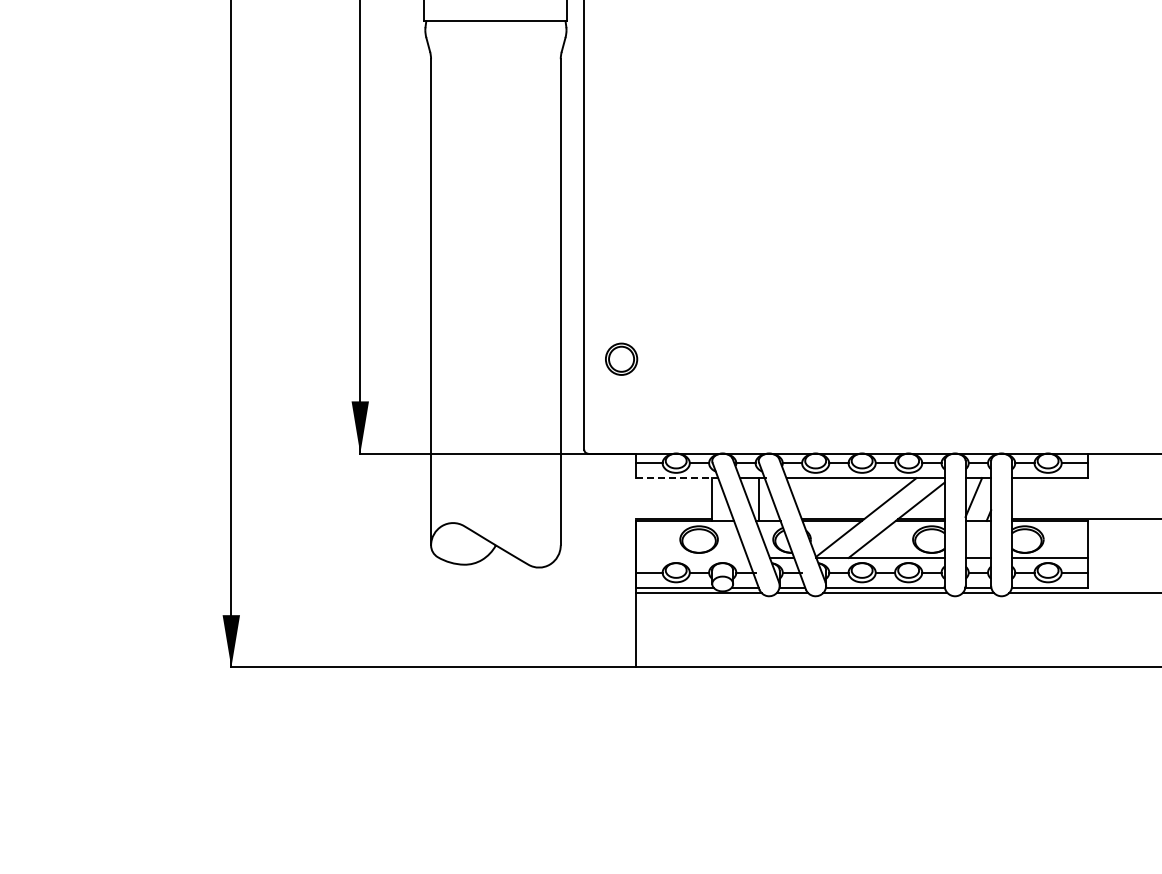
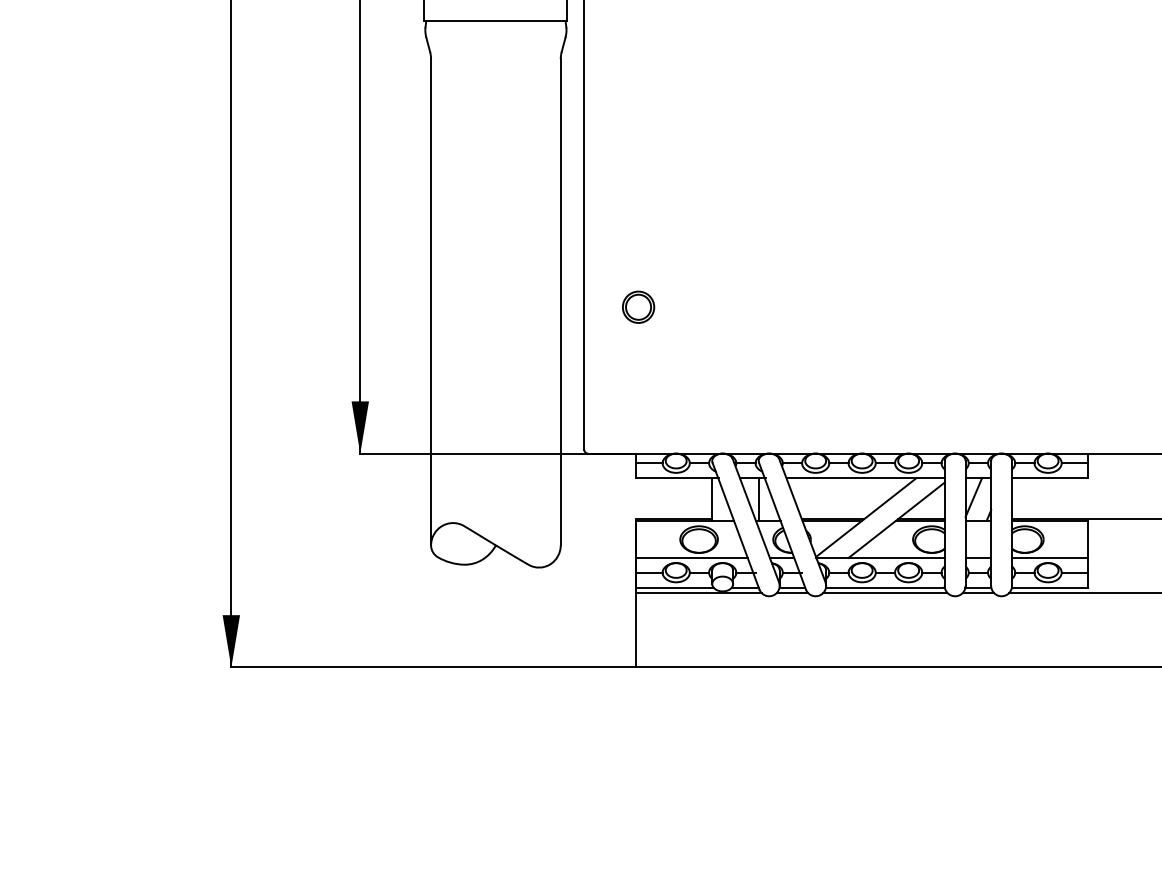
part at (621, 358) position: (621, 358) -> (638, 306)
line at (678, 478): dashed -> solid
line at (691, 557): none -> present
